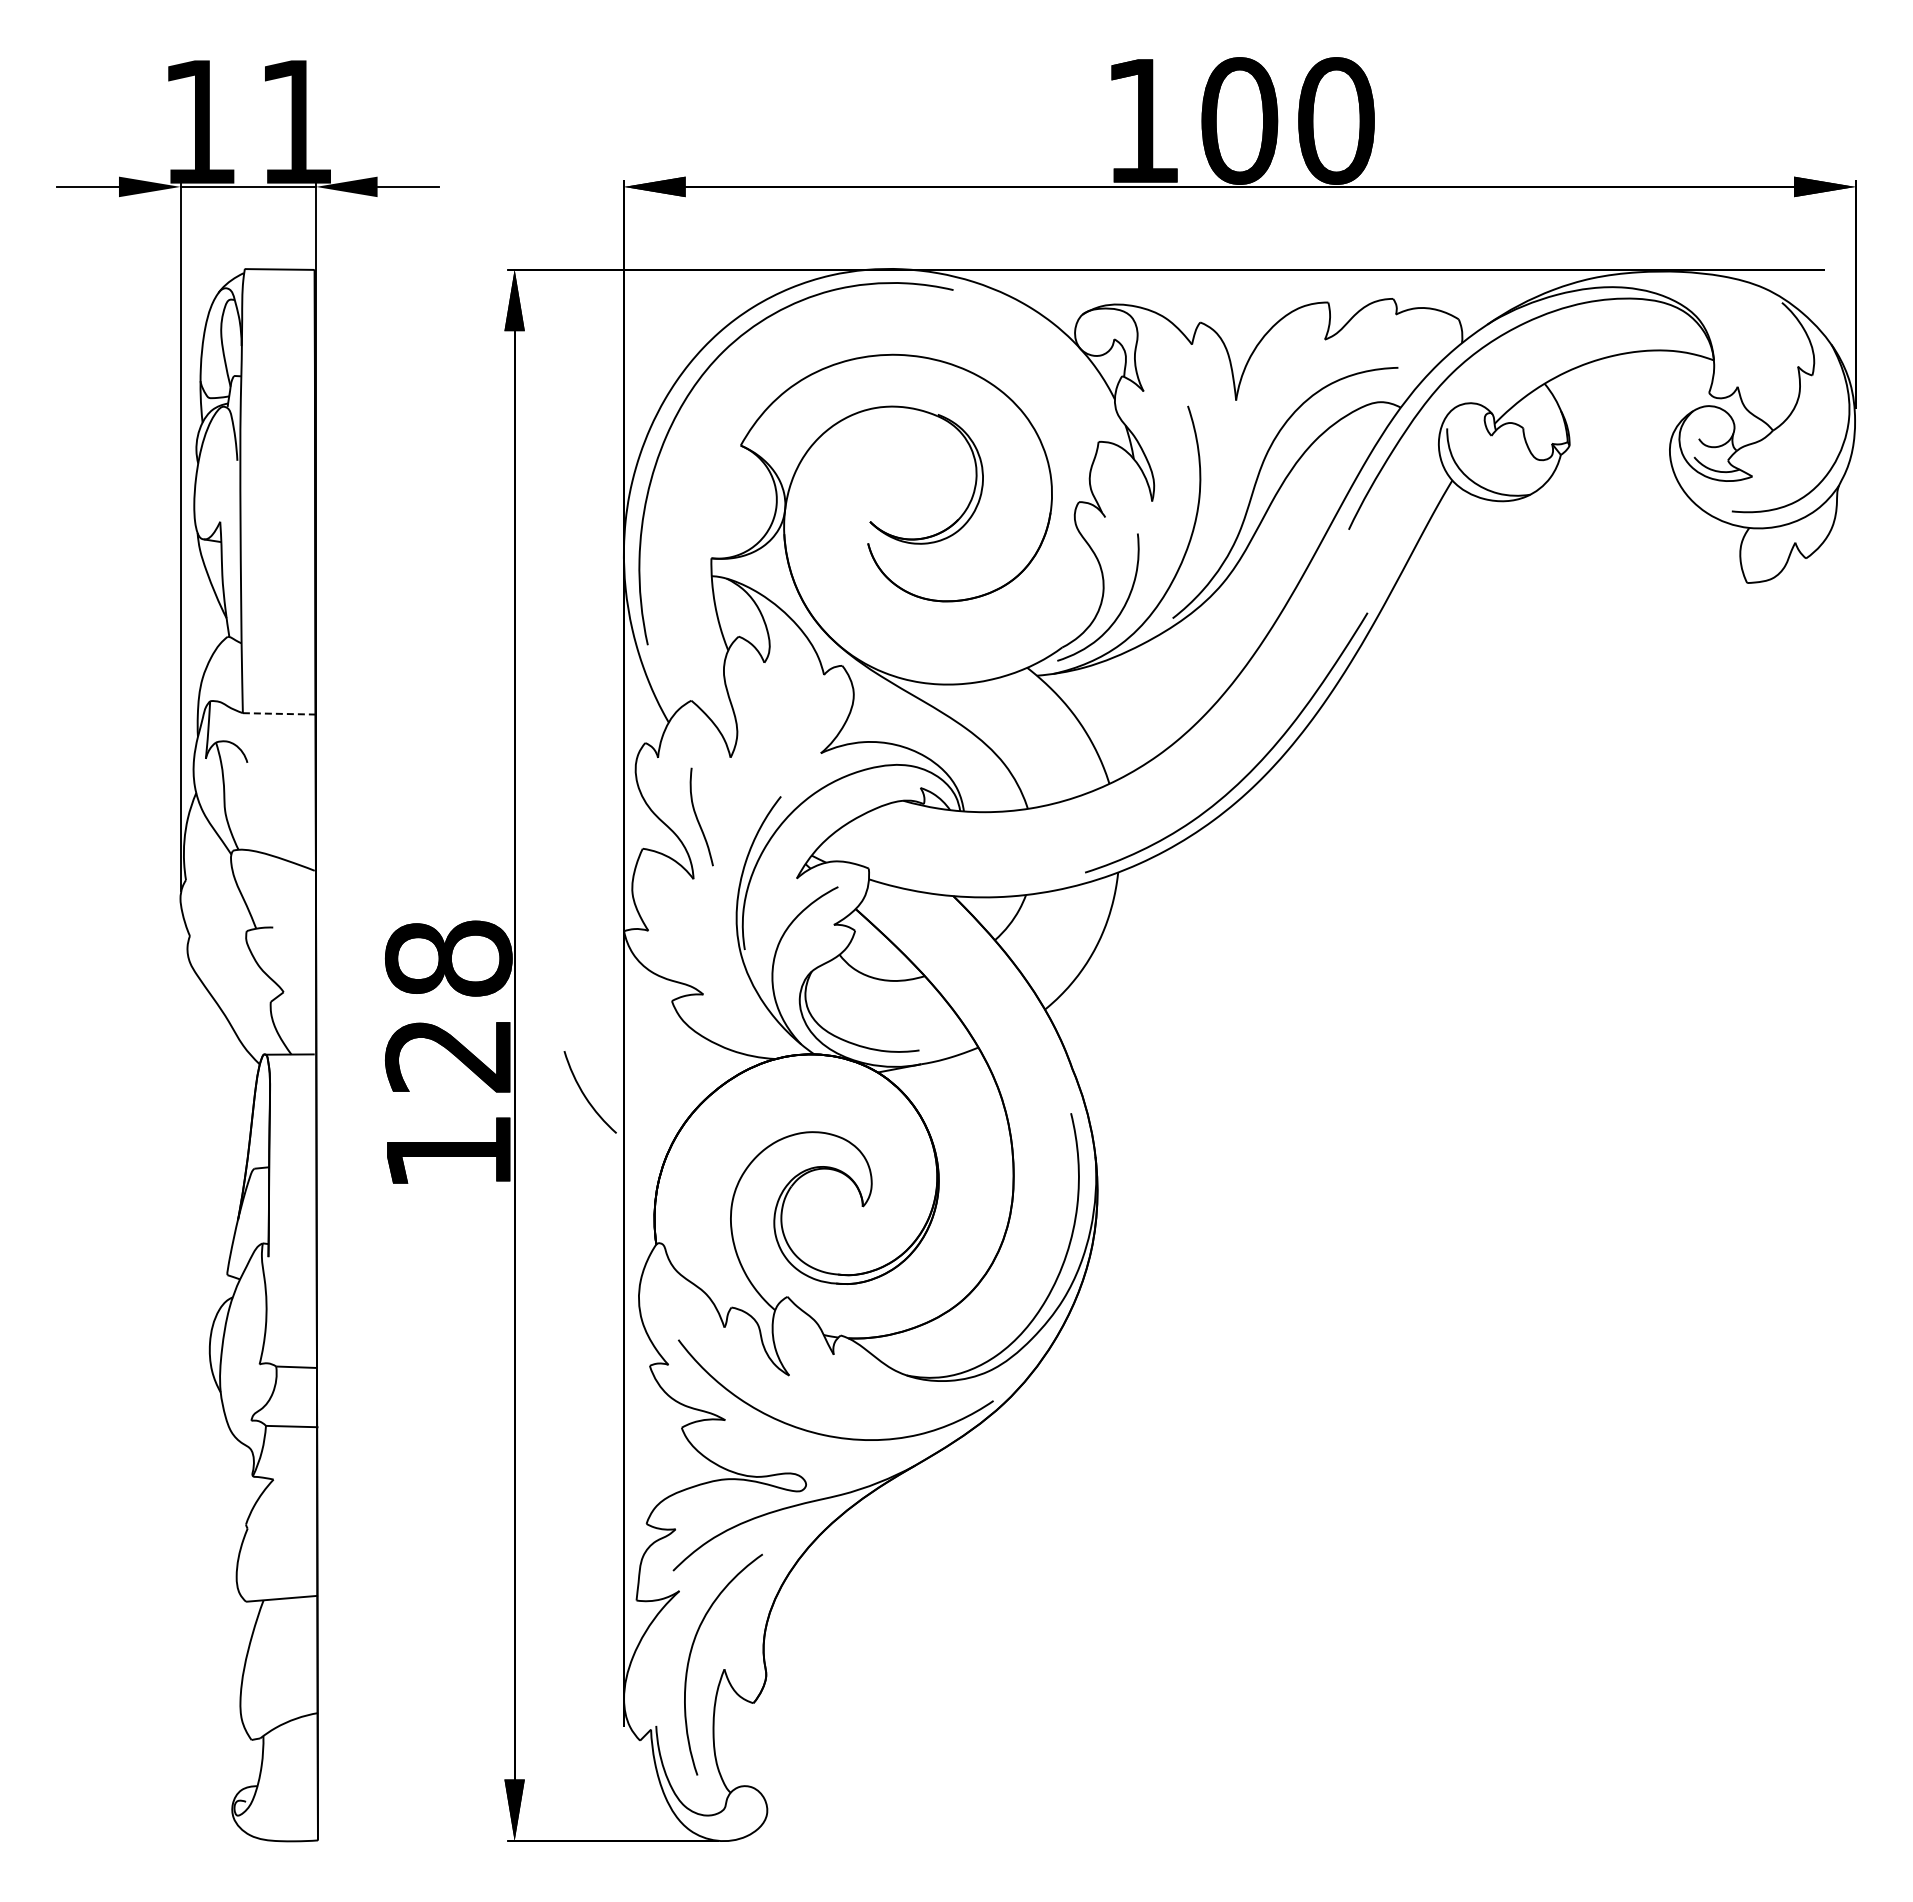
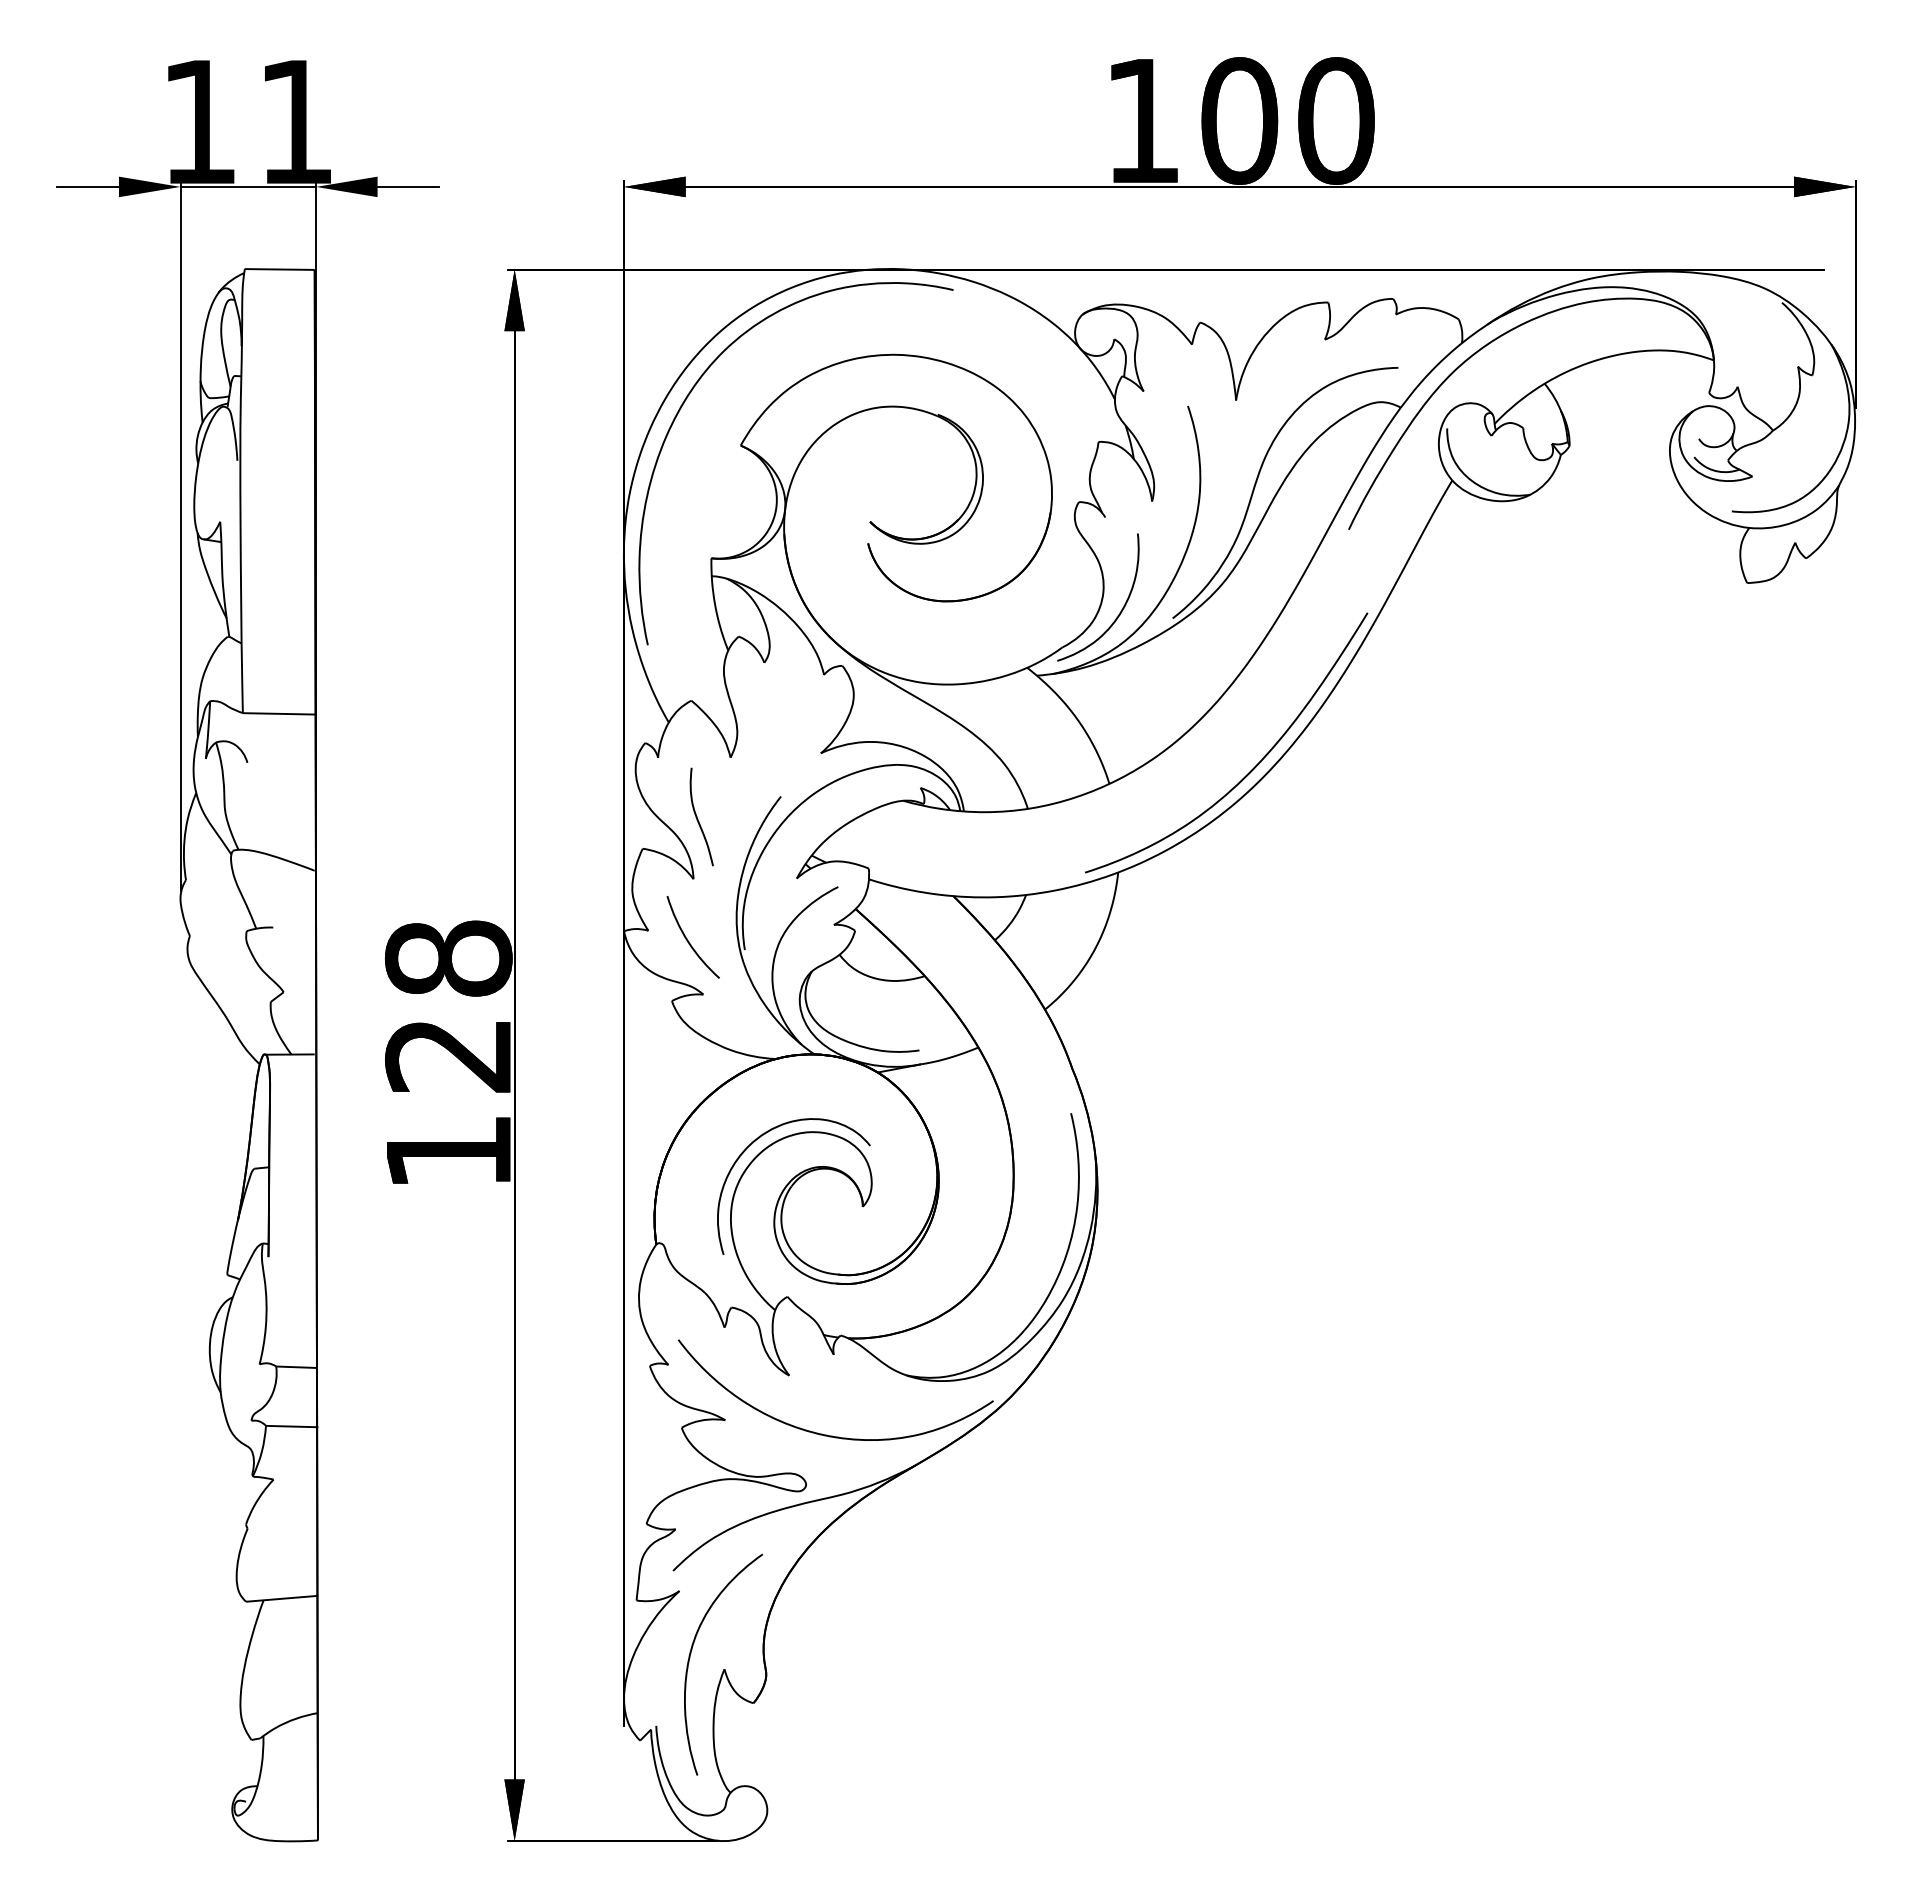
line at (279, 713): dashed -> solid
curve at (585, 1095) position: (585, 1095) -> (688, 940)
curve at (758, 1139): none -> present
